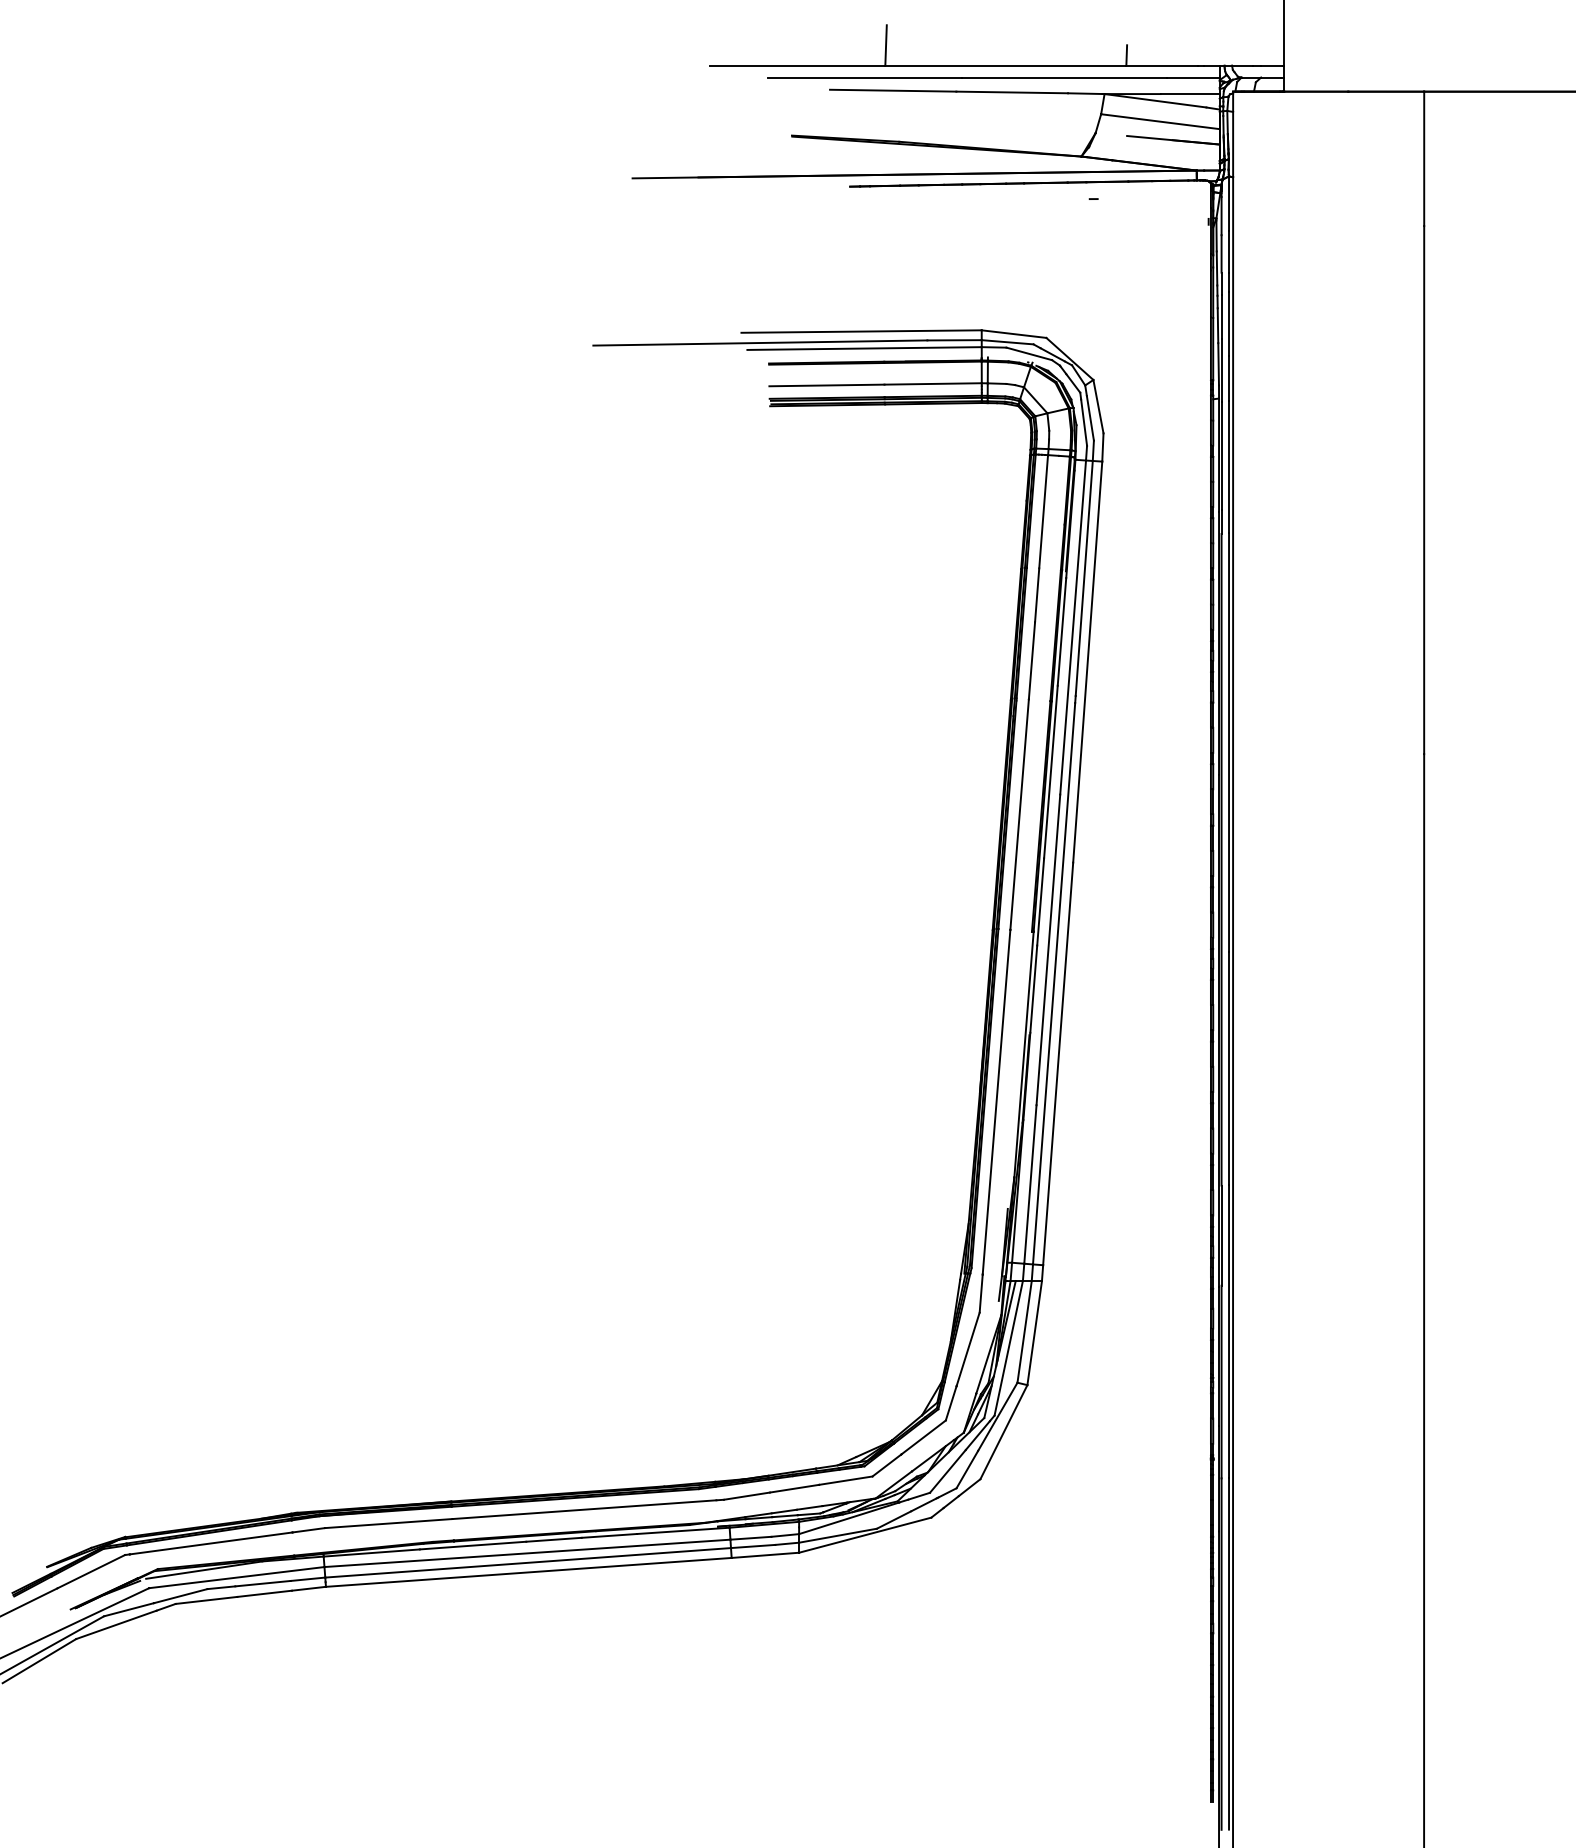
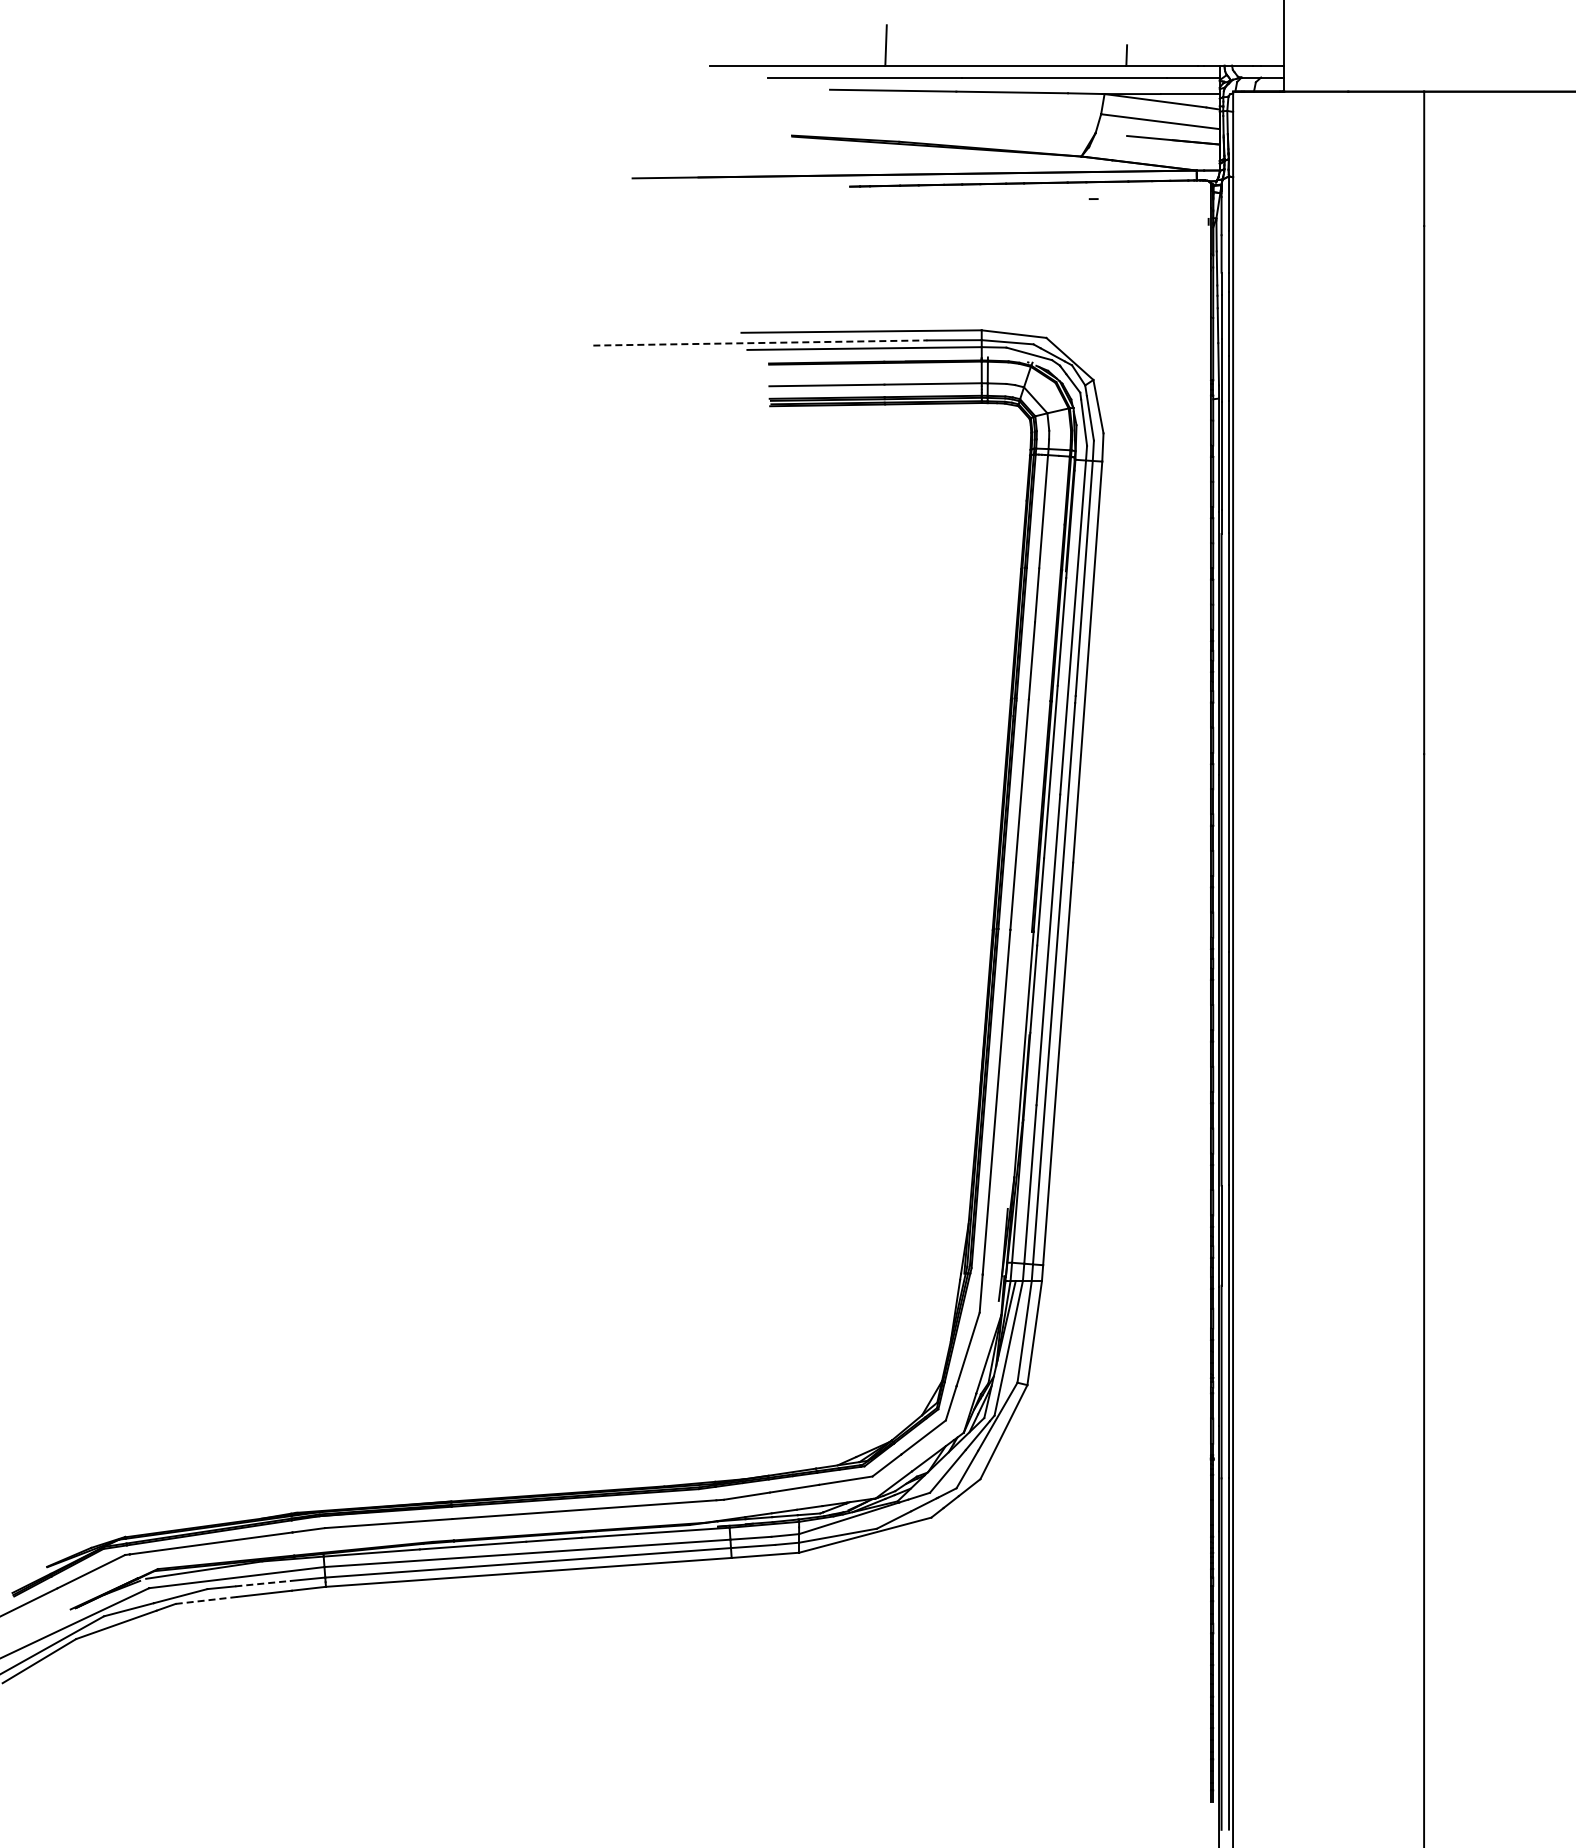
line at (760, 343): solid -> dashed
line at (263, 1583): solid -> dashed
line at (206, 1600): solid -> dashed
